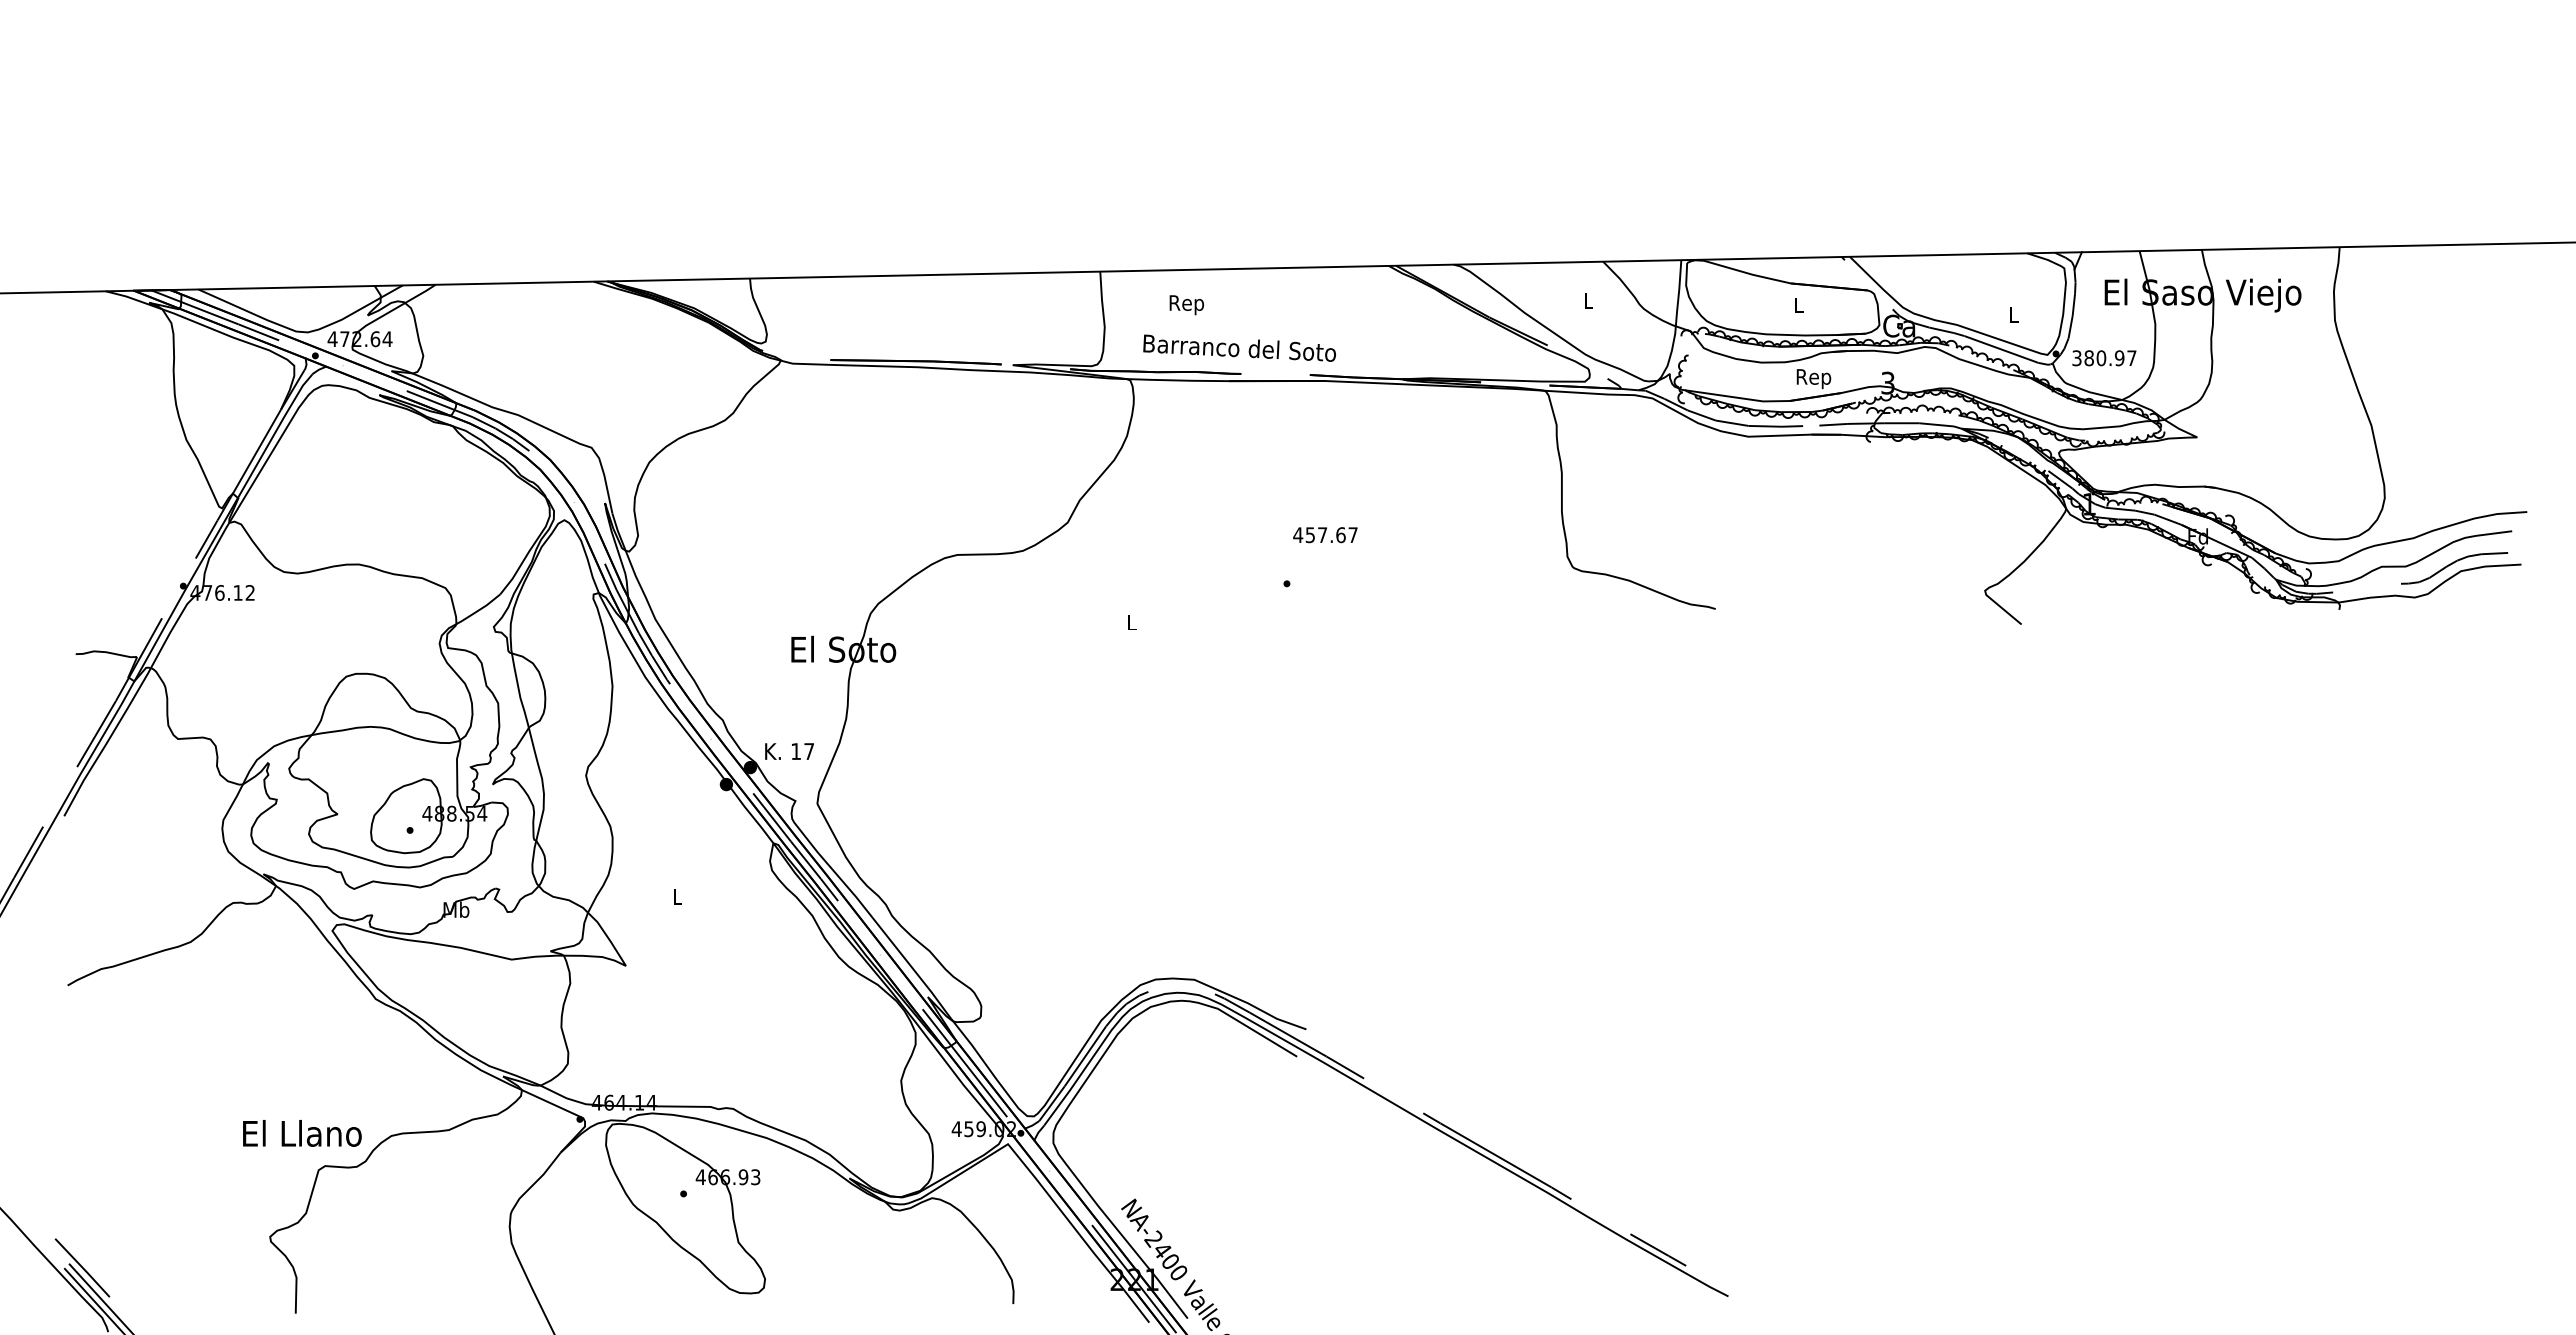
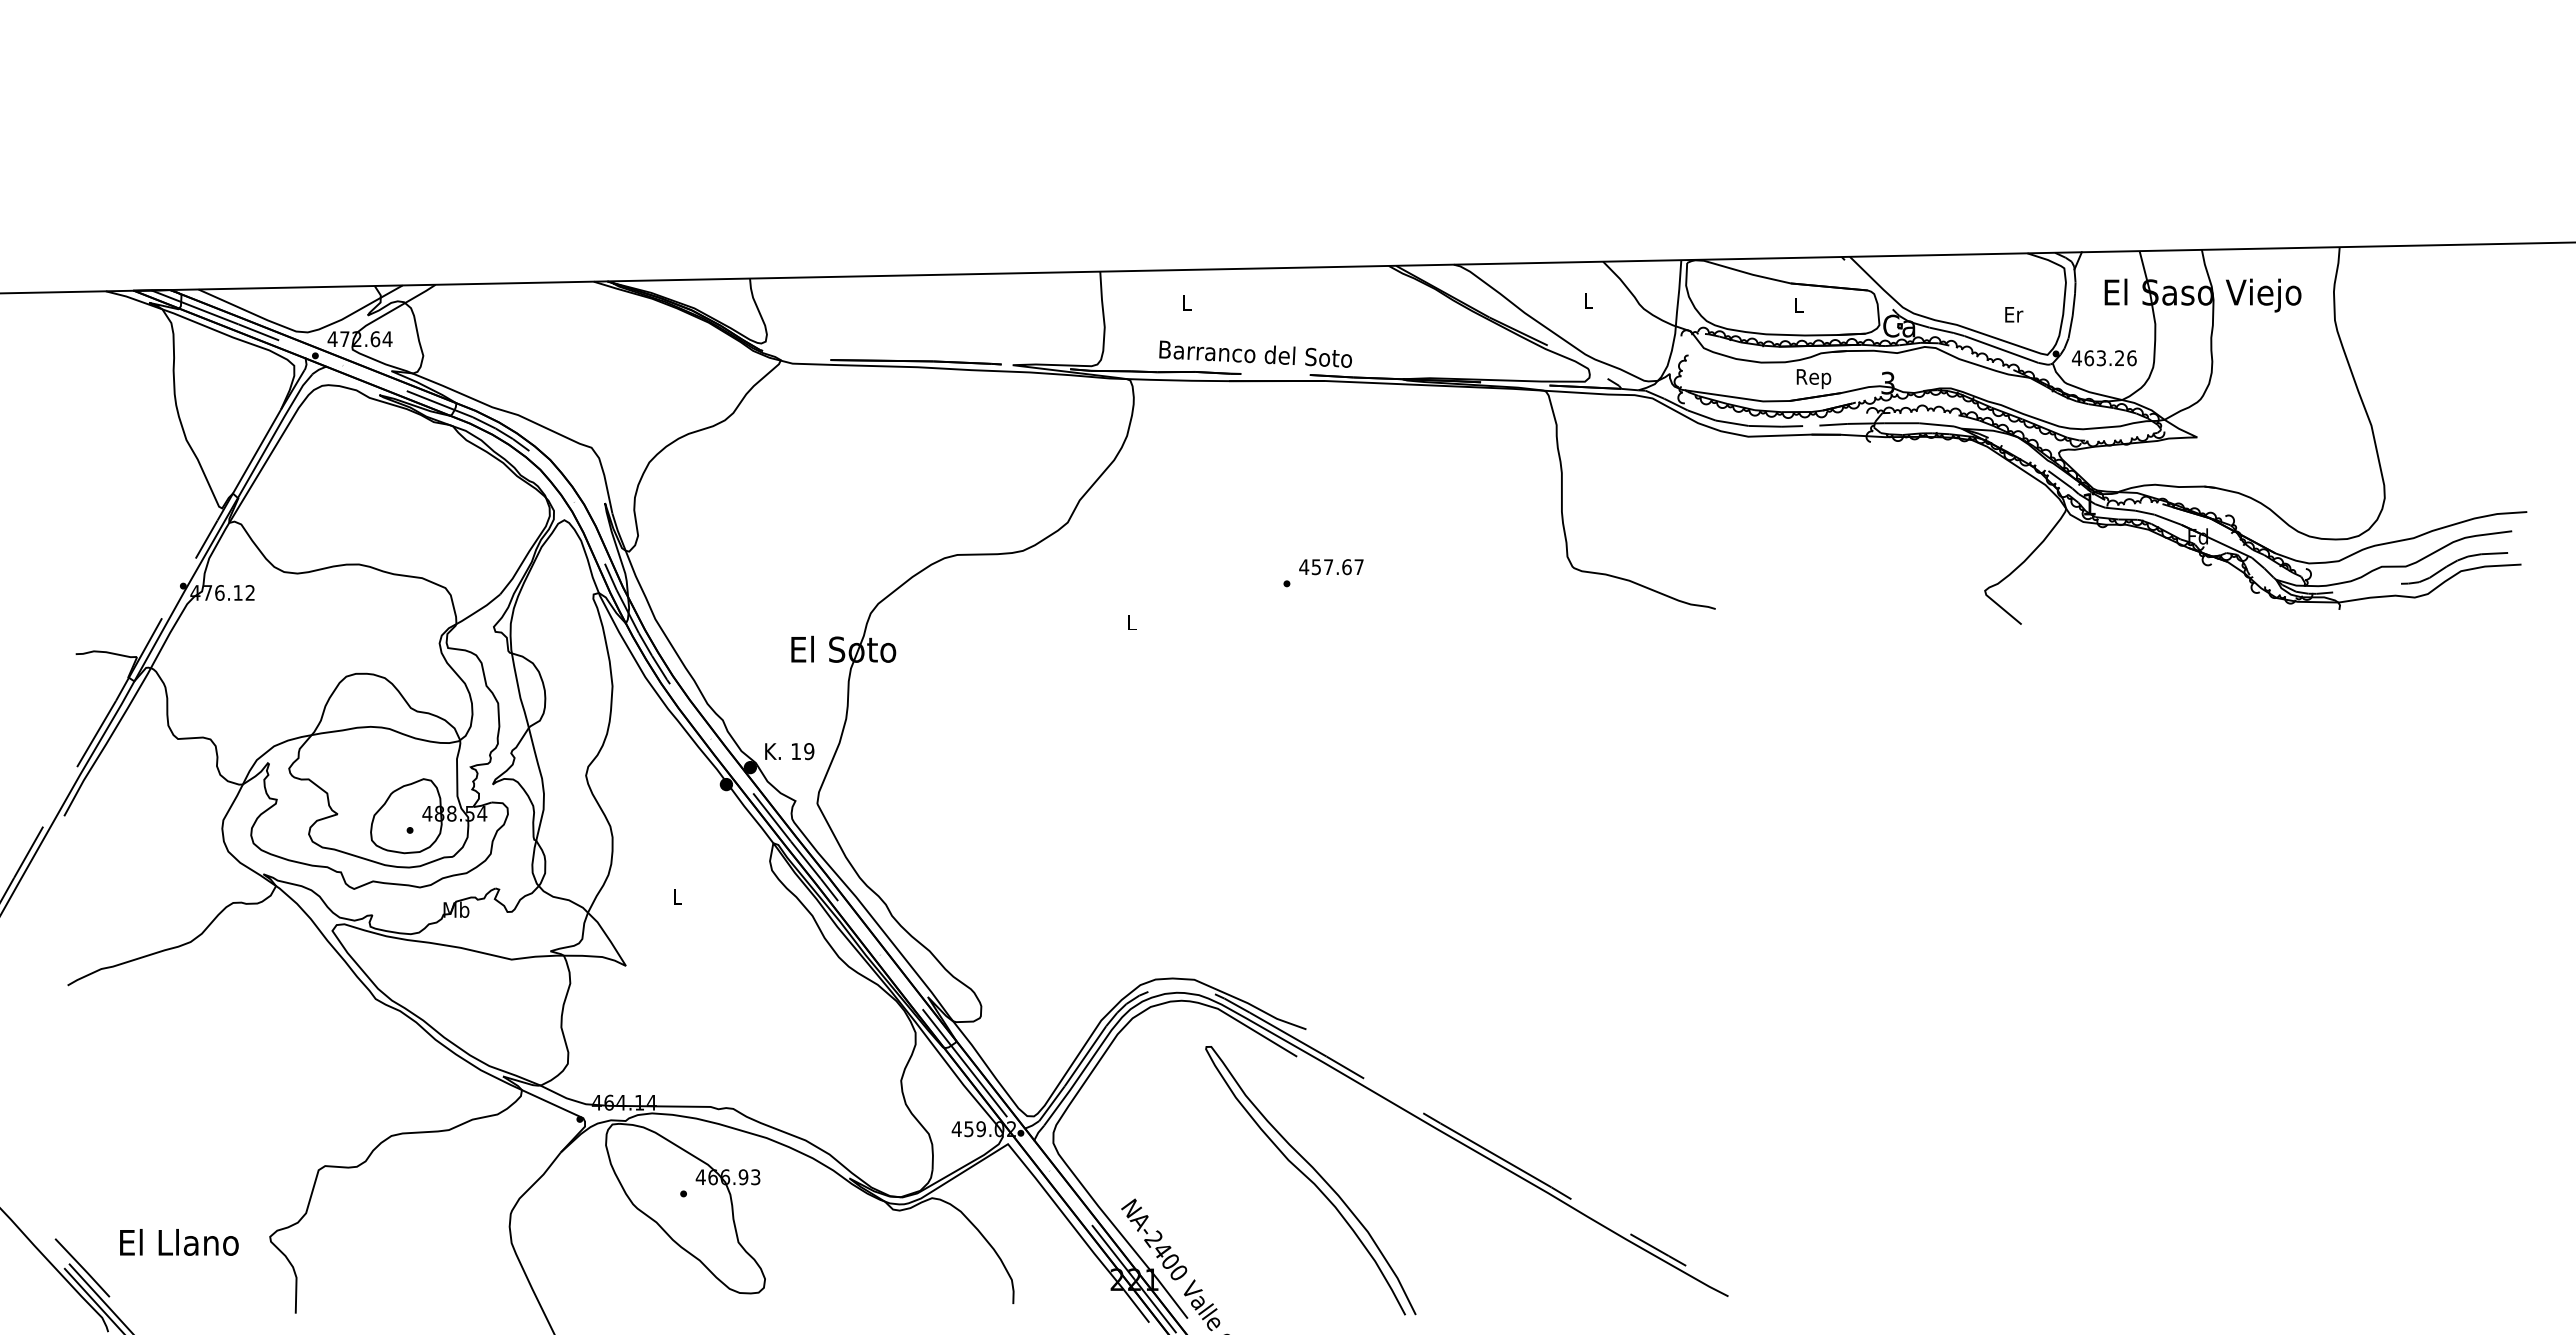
text at (1186, 305): Rep -> L
text at (2014, 314): L -> Er
text at (1239, 347) position: (1239, 347) -> (1255, 353)
text at (2103, 358): 380.97 -> 463.26
text at (1325, 535) position: (1325, 535) -> (1331, 567)
text at (809, 751): 17 -> 19
text at (302, 1133) position: (302, 1133) -> (179, 1242)
curve at (1310, 1180): none -> present
